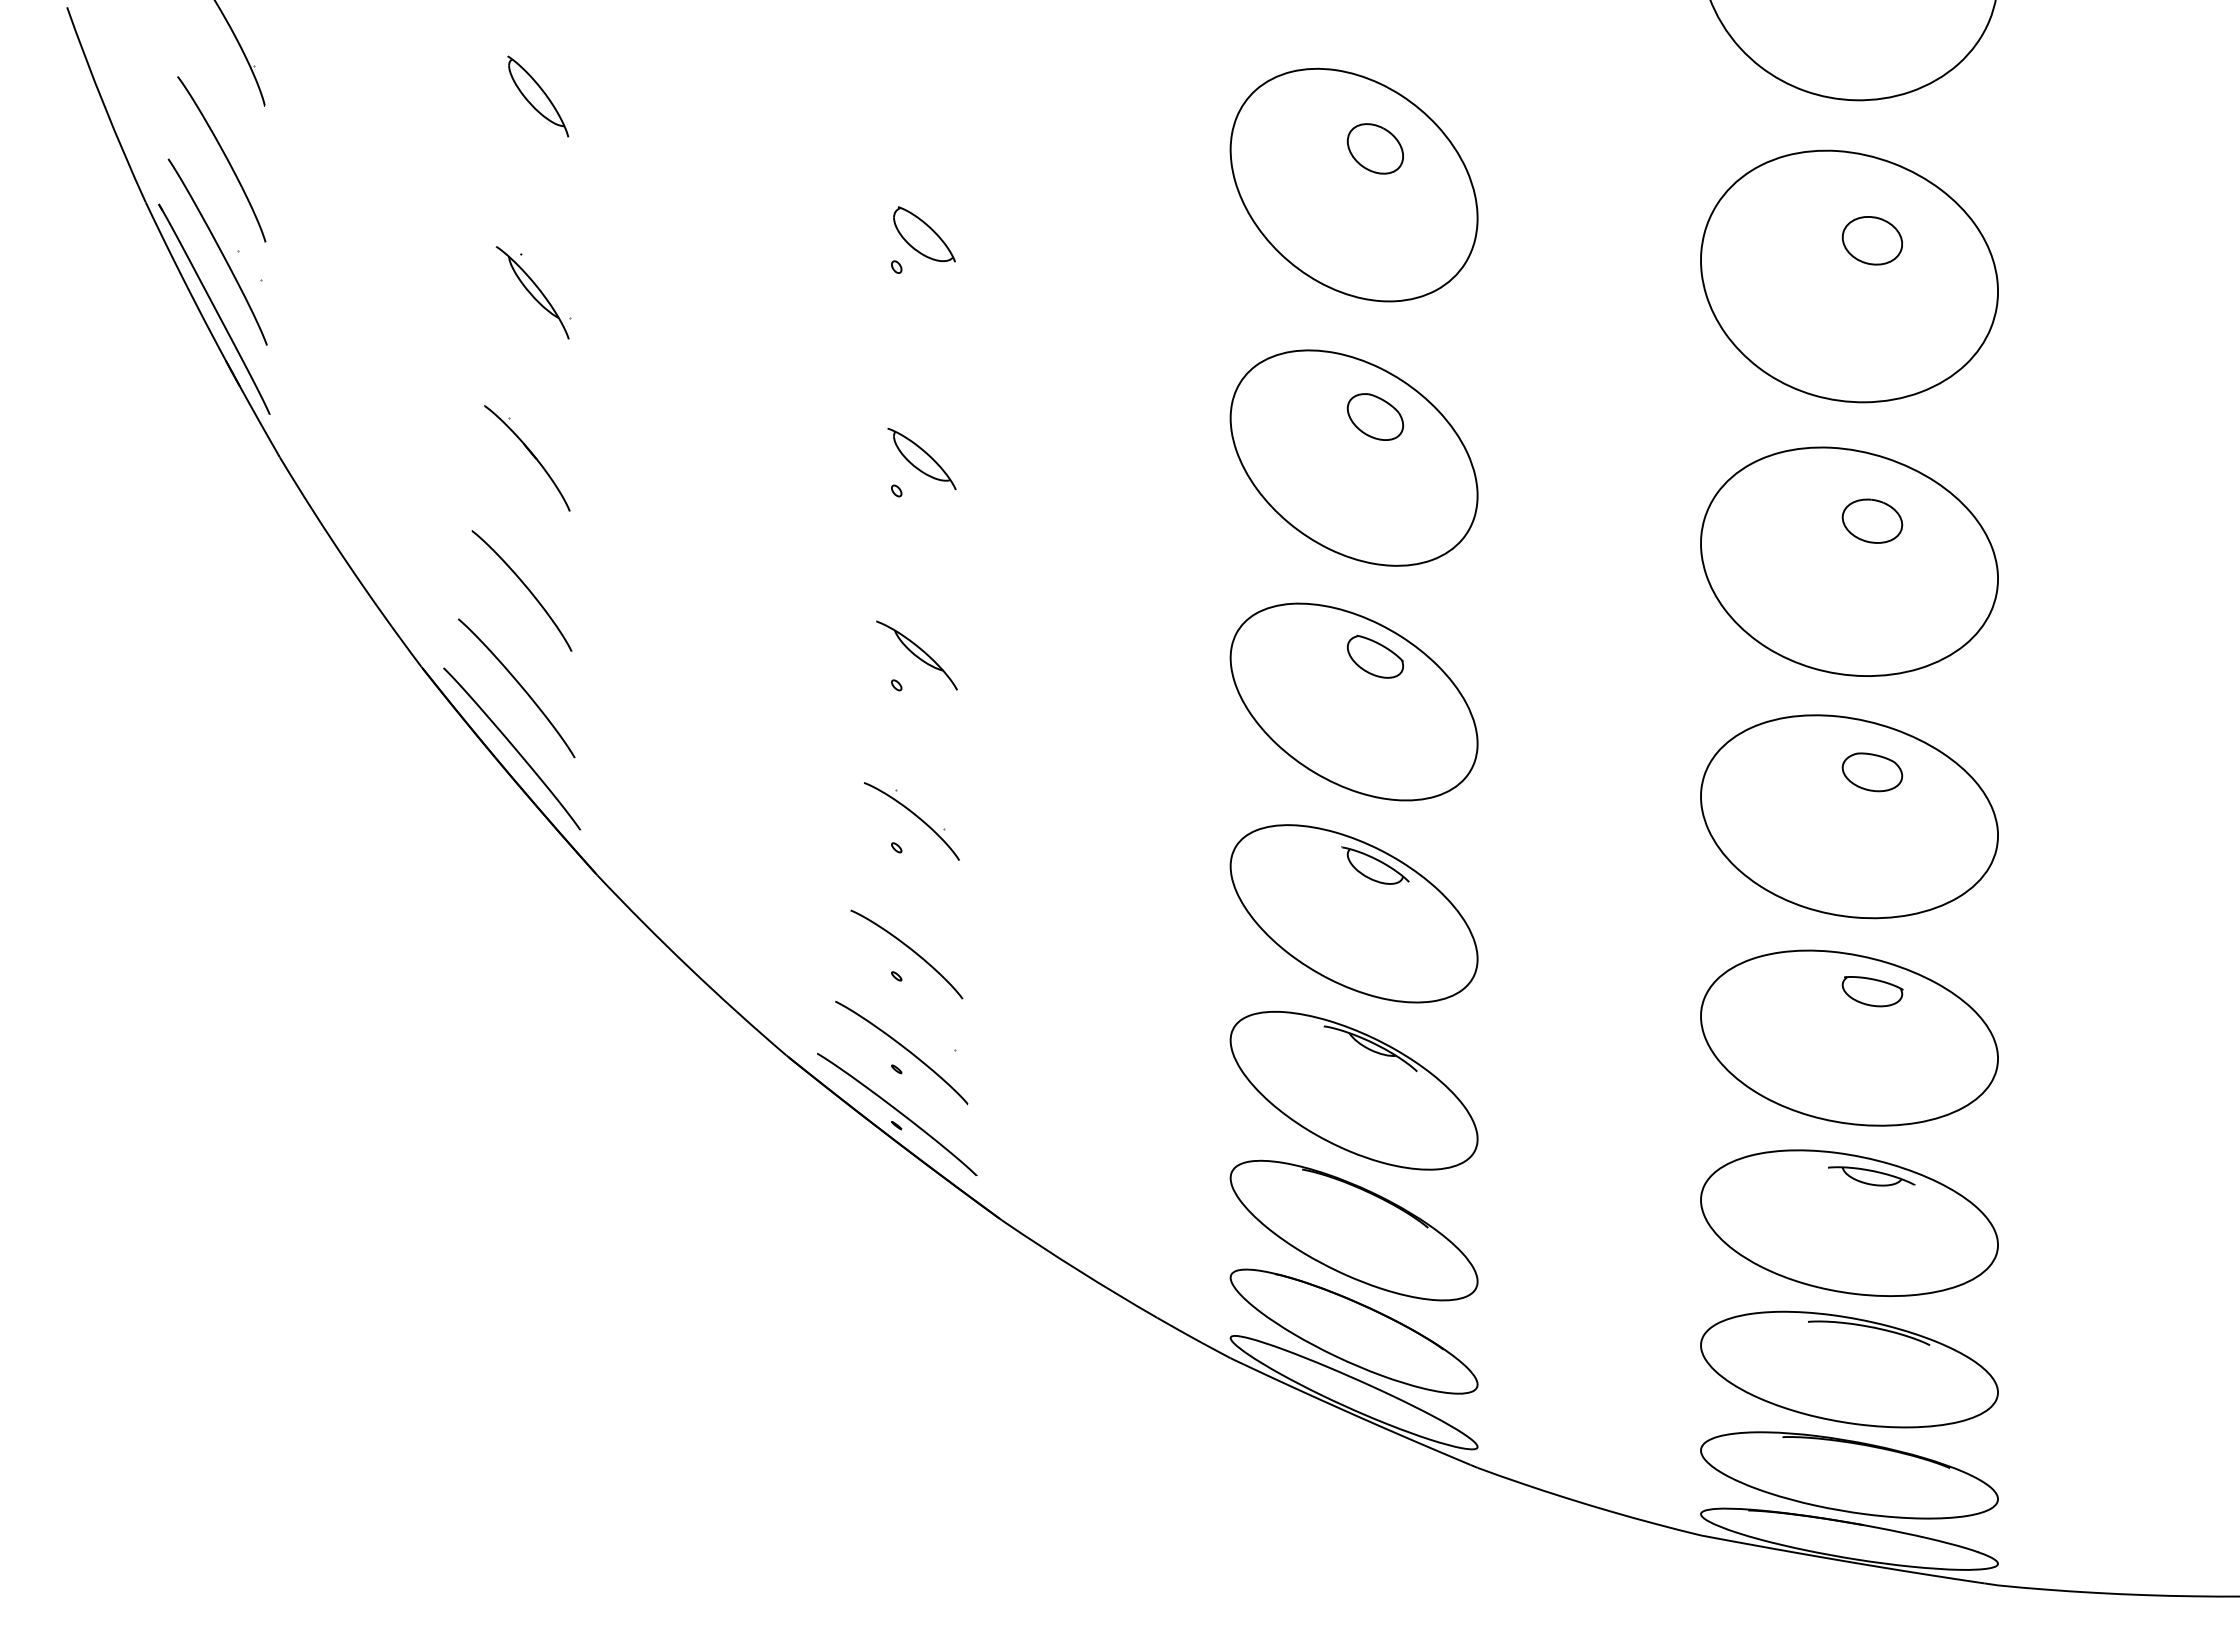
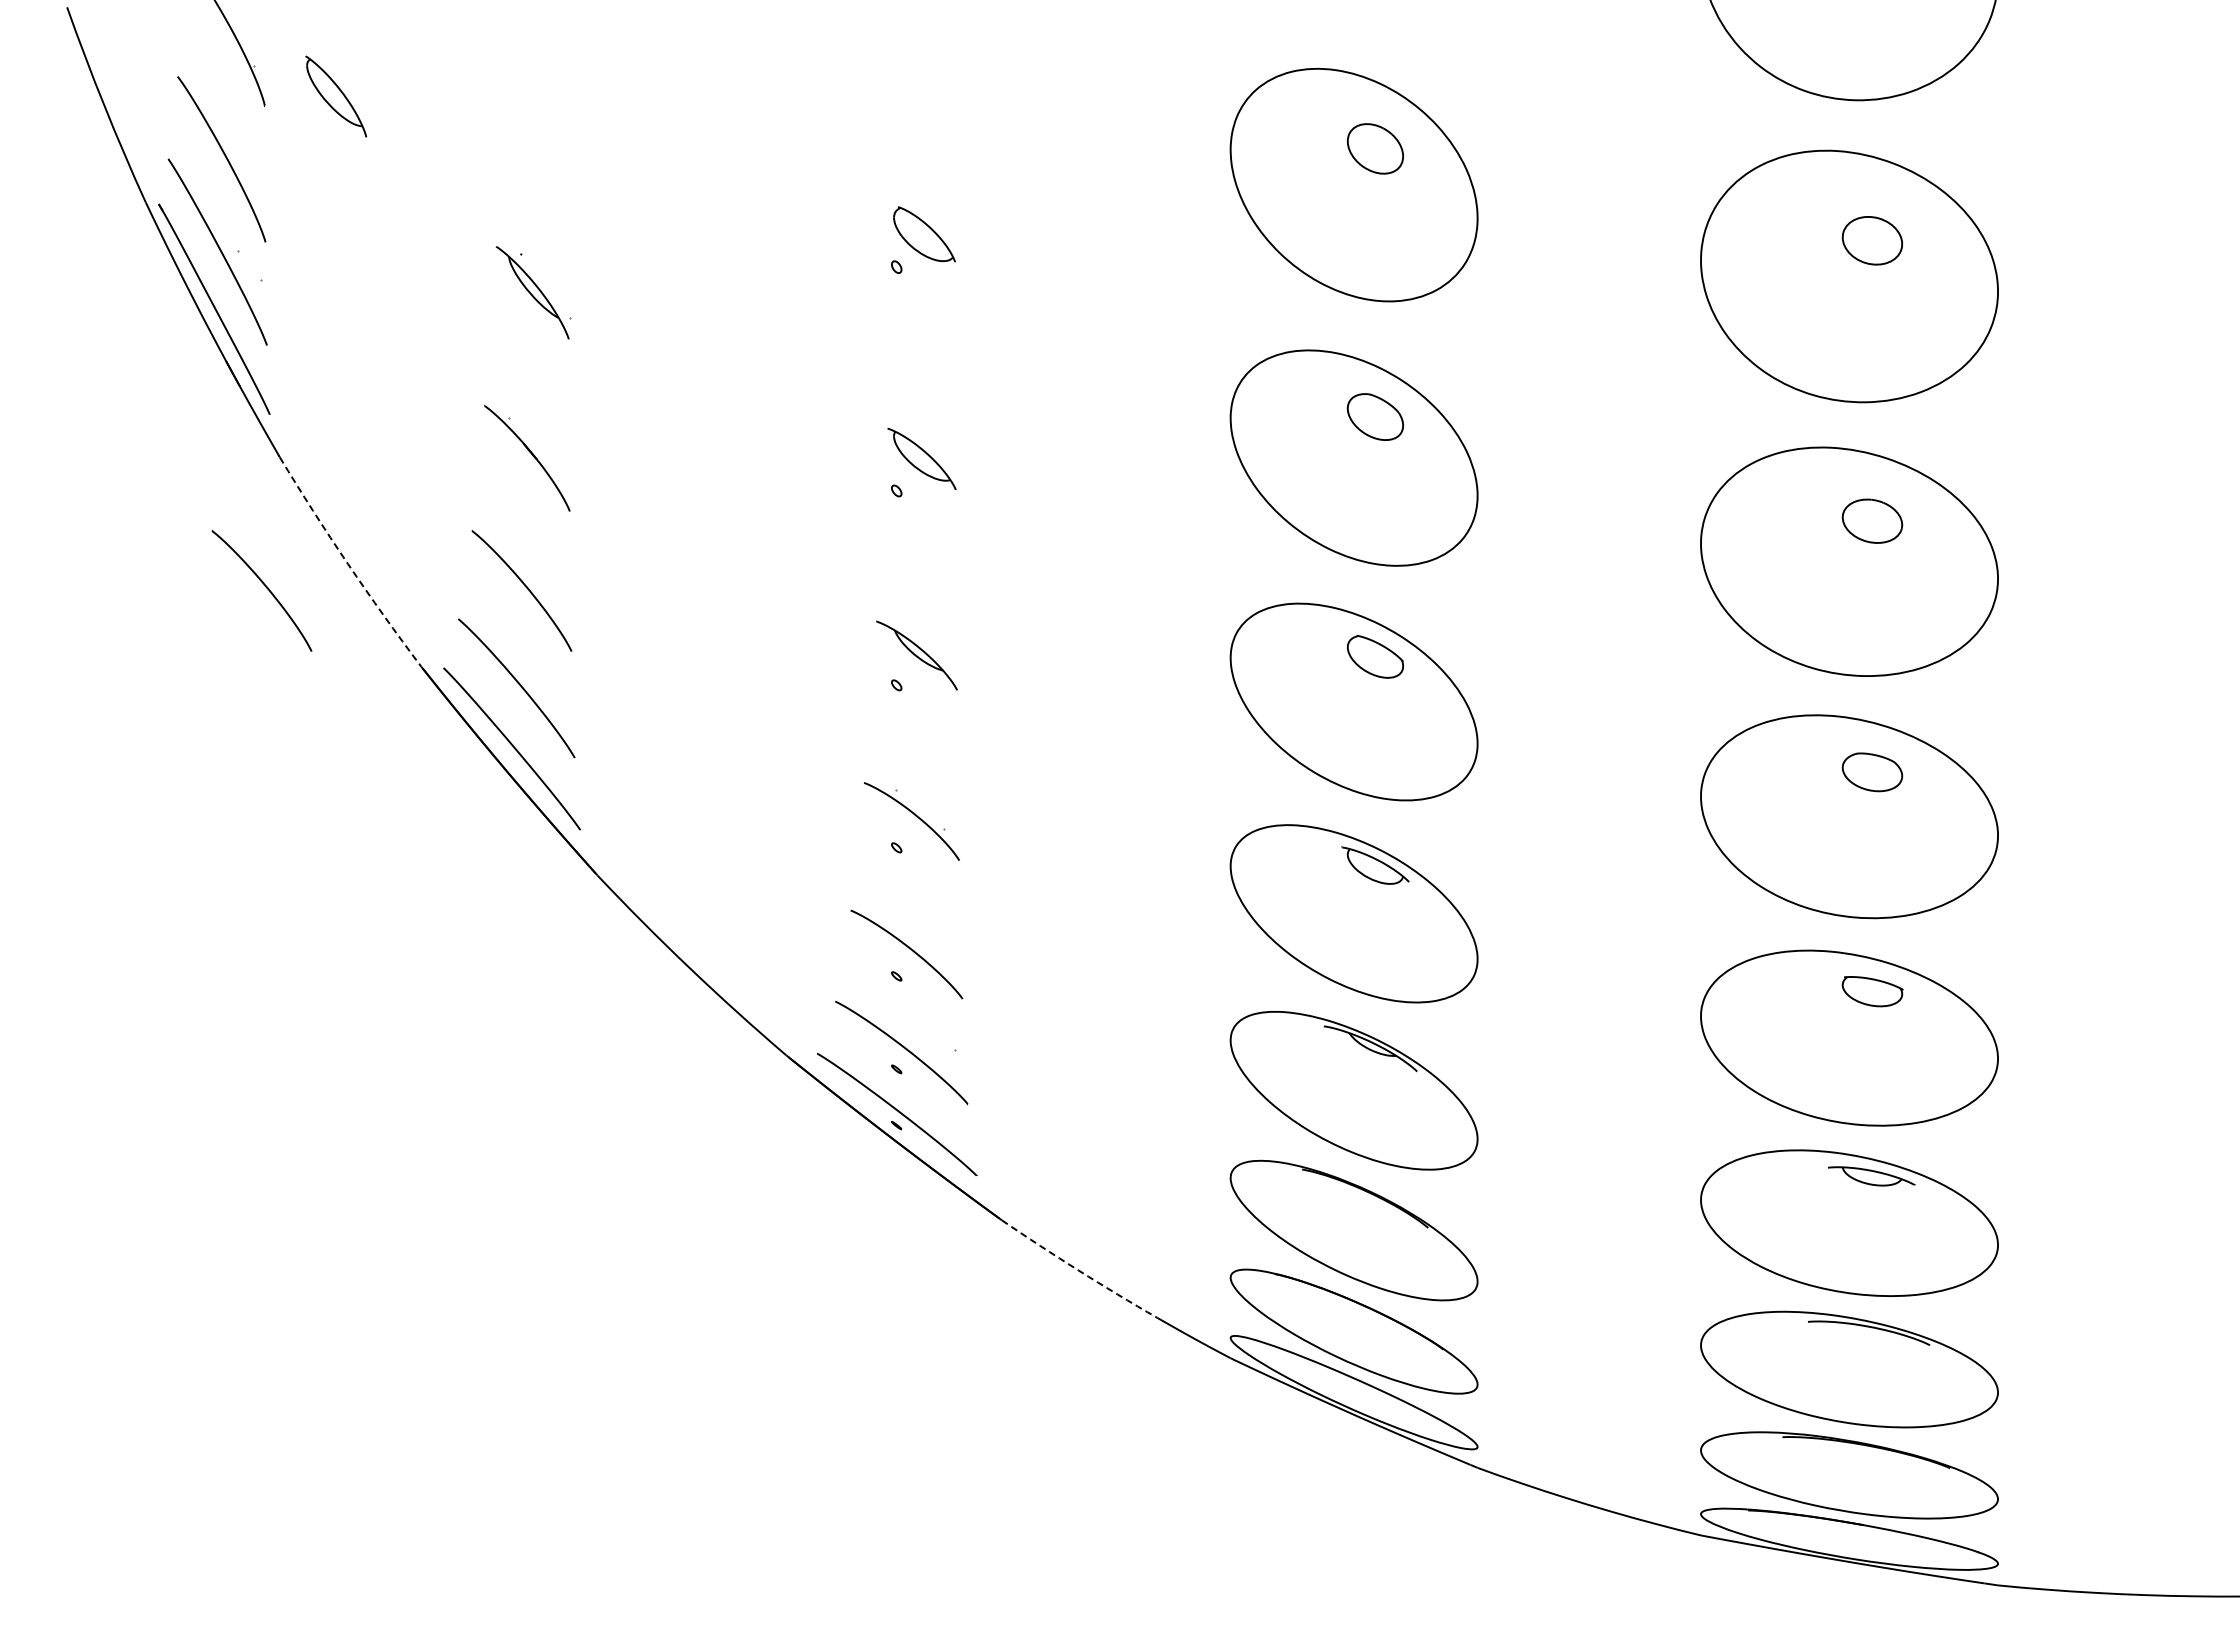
part at (538, 96) position: (538, 96) -> (336, 96)
arc at (347, 563): solid -> dashed
curve at (264, 586): none -> present
arc at (1078, 1270): solid -> dashed
